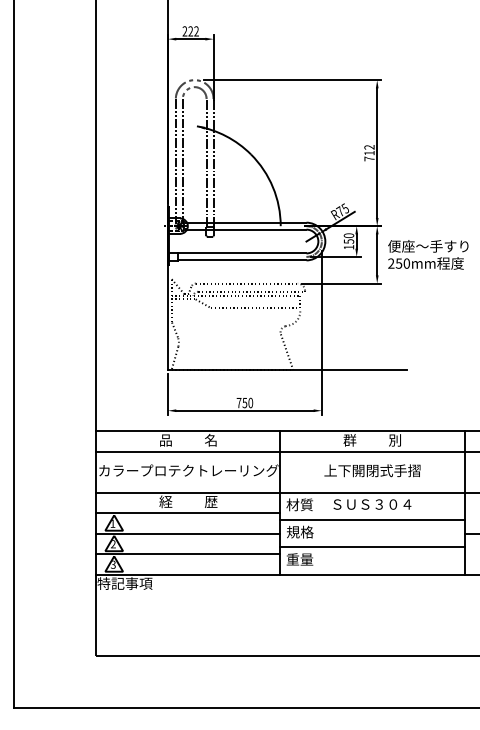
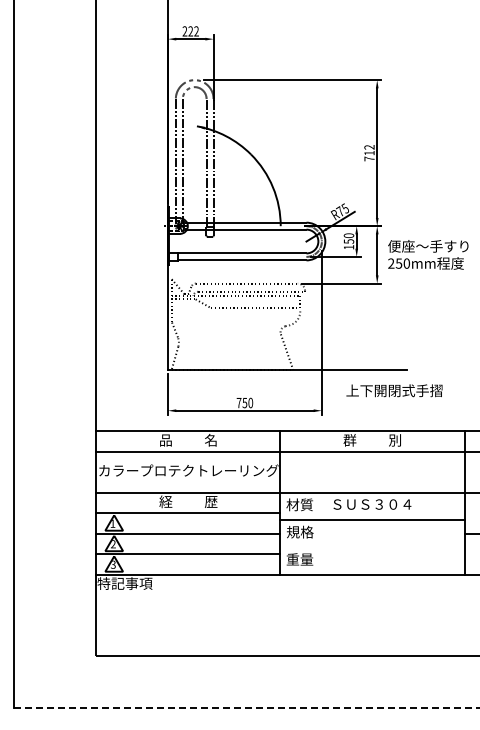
text at (372, 470) position: (372, 470) -> (394, 390)
line at (372, 547): present -> none
line at (247, 708): solid -> dashed
